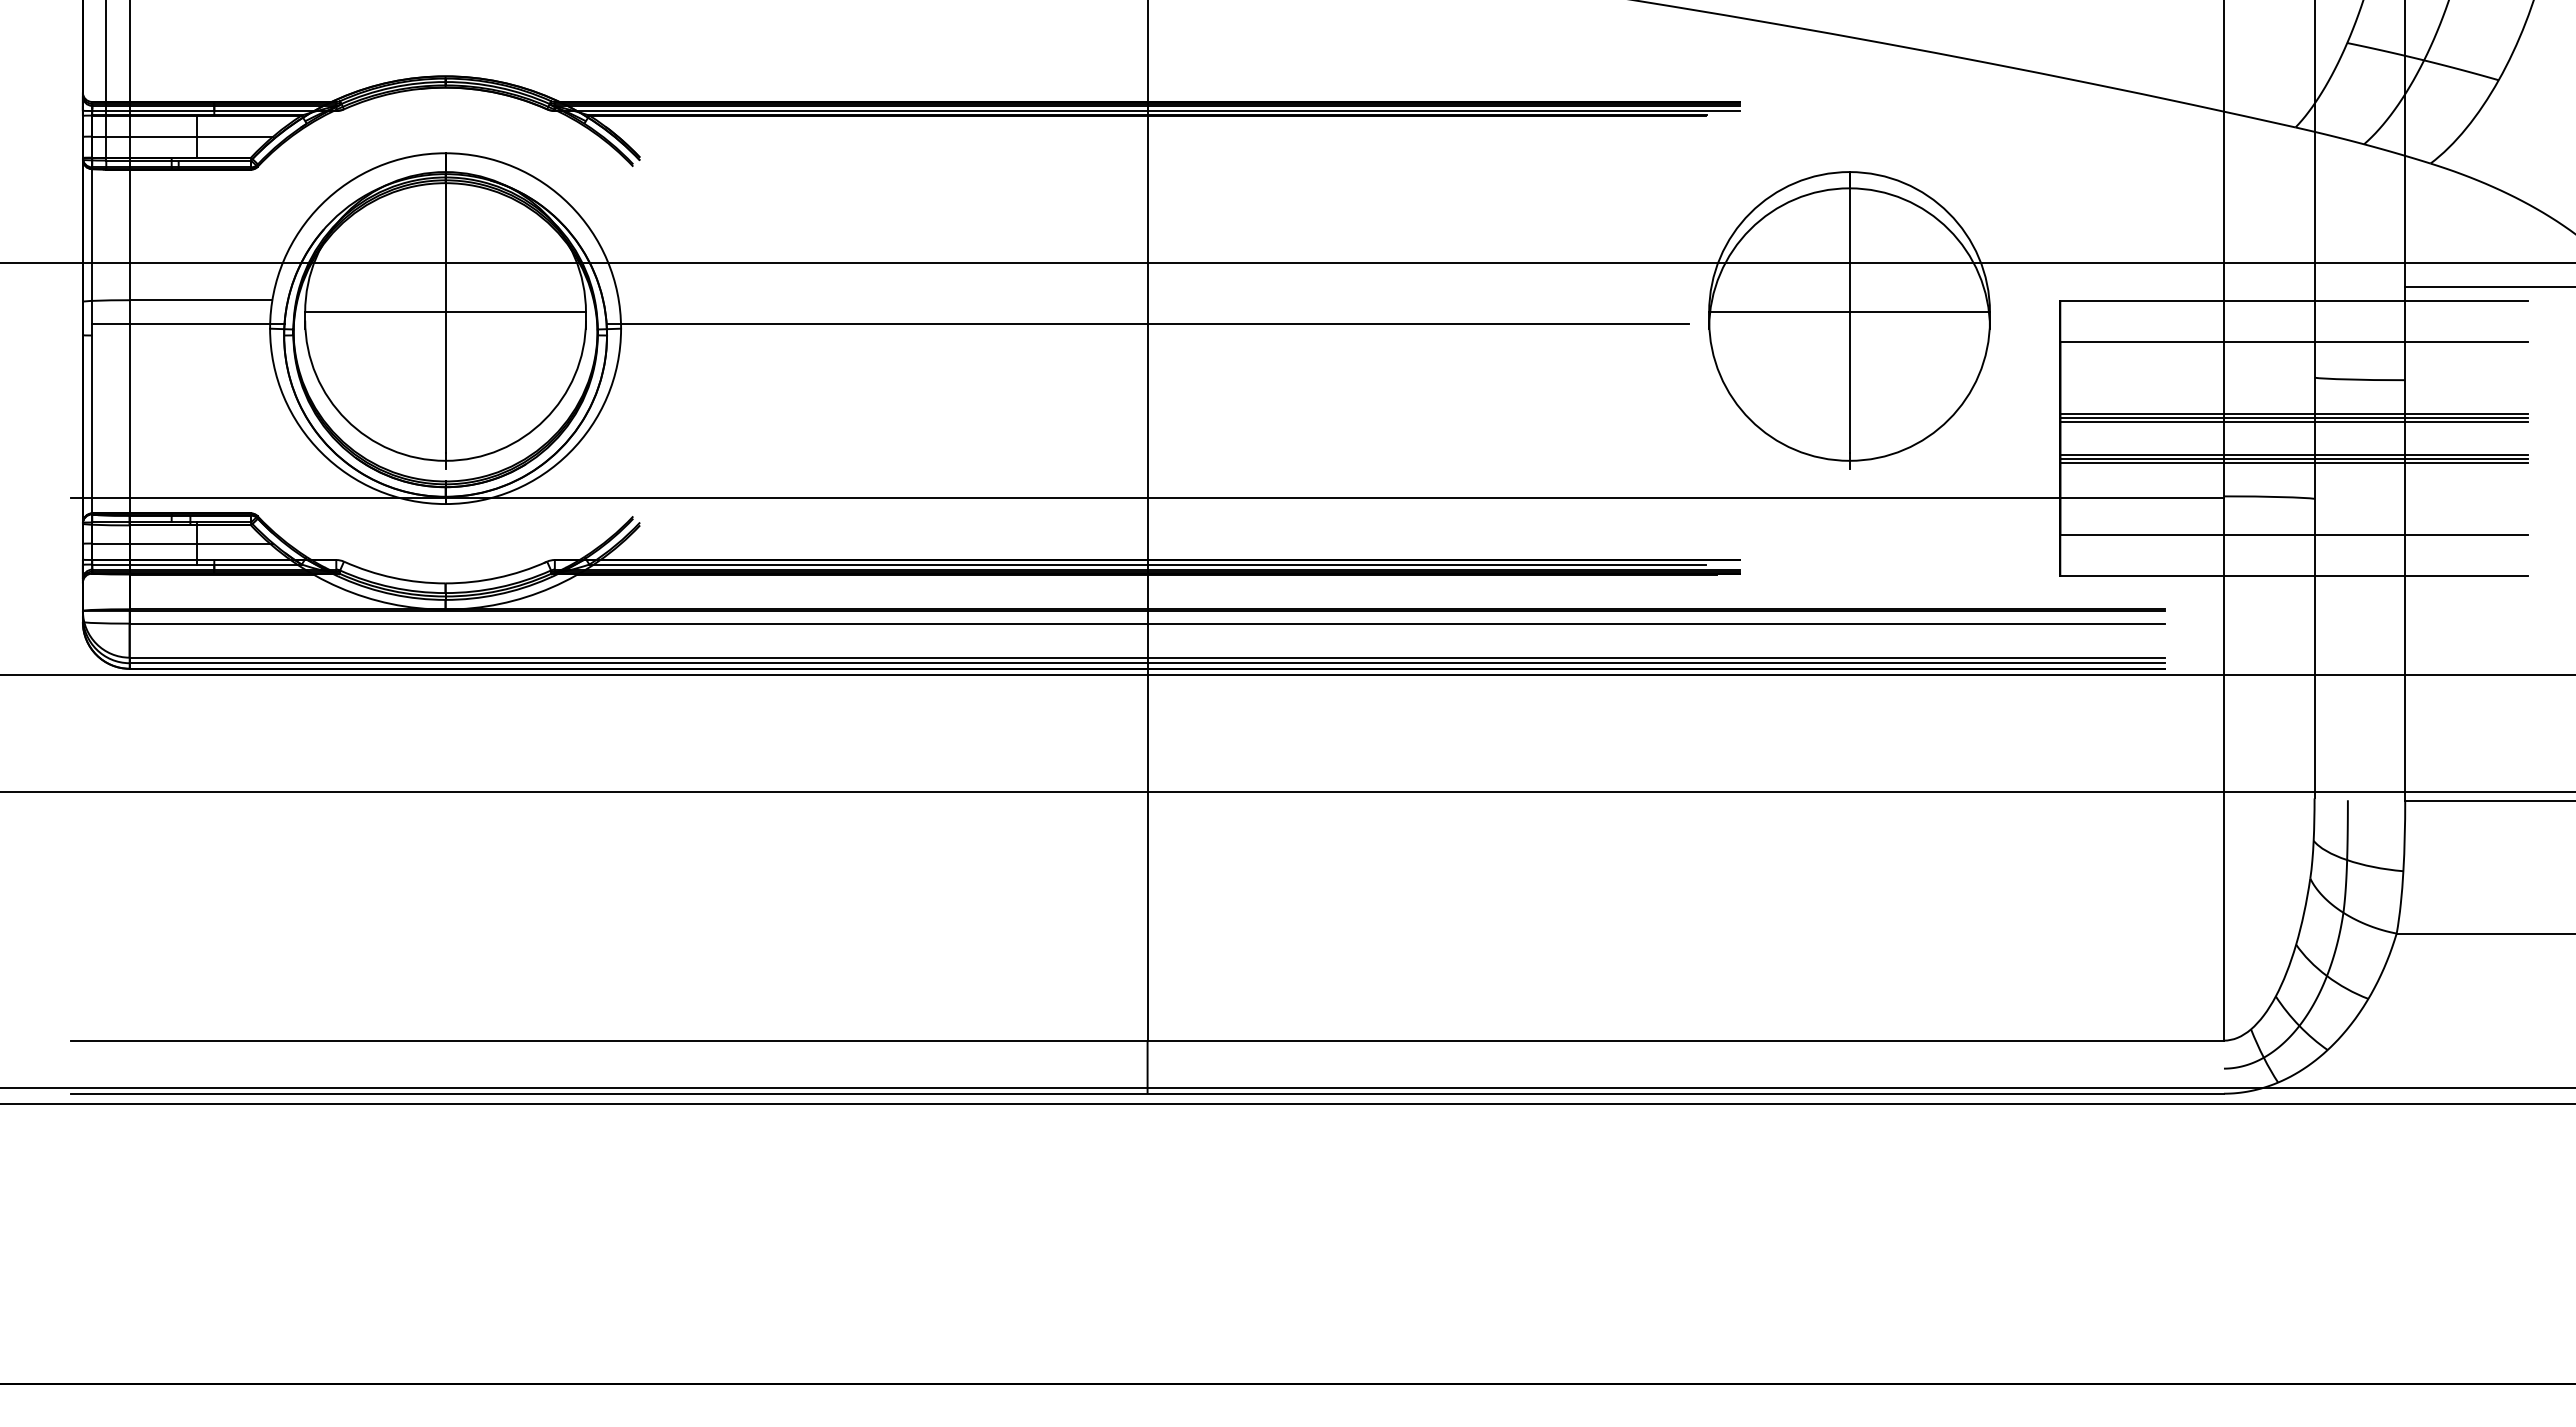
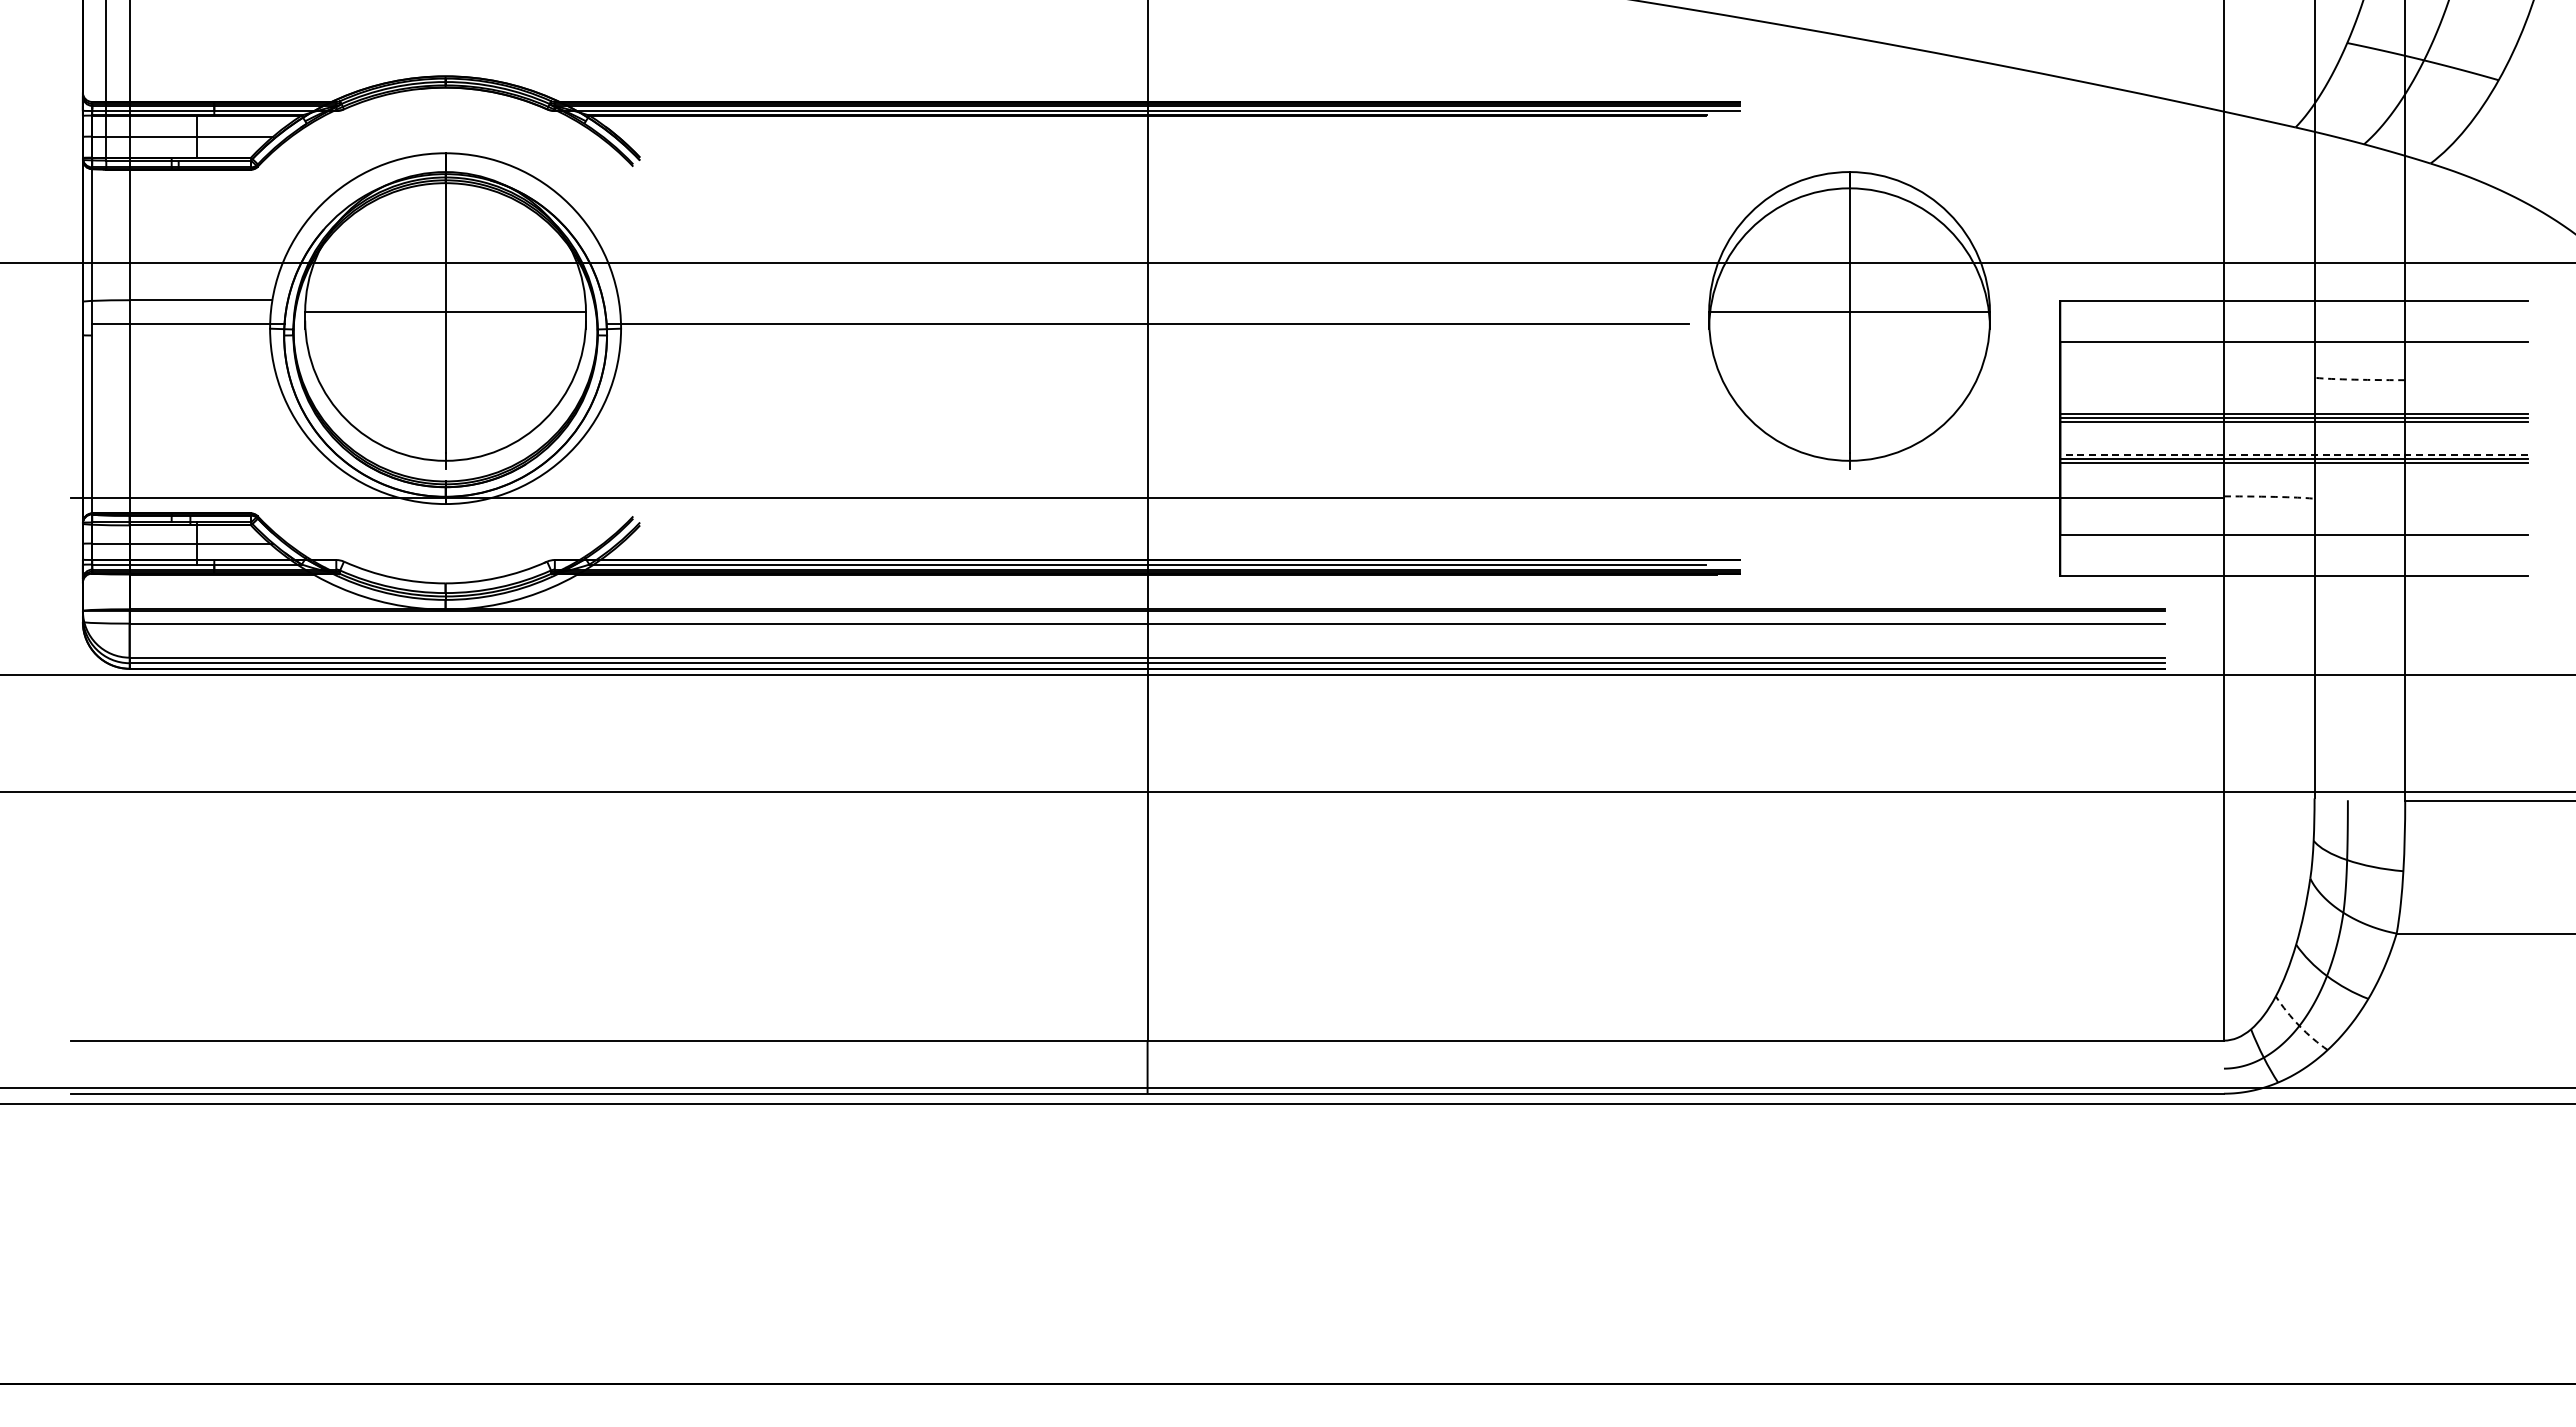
line at (2488, 286): present -> none
arc at (2357, 379): solid -> dashed
line at (2294, 454): solid -> dashed
arc at (2271, 496): solid -> dashed
arc at (2299, 1025): solid -> dashed
